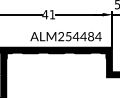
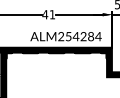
text at (83, 36): ALM254484 -> ALM254284
